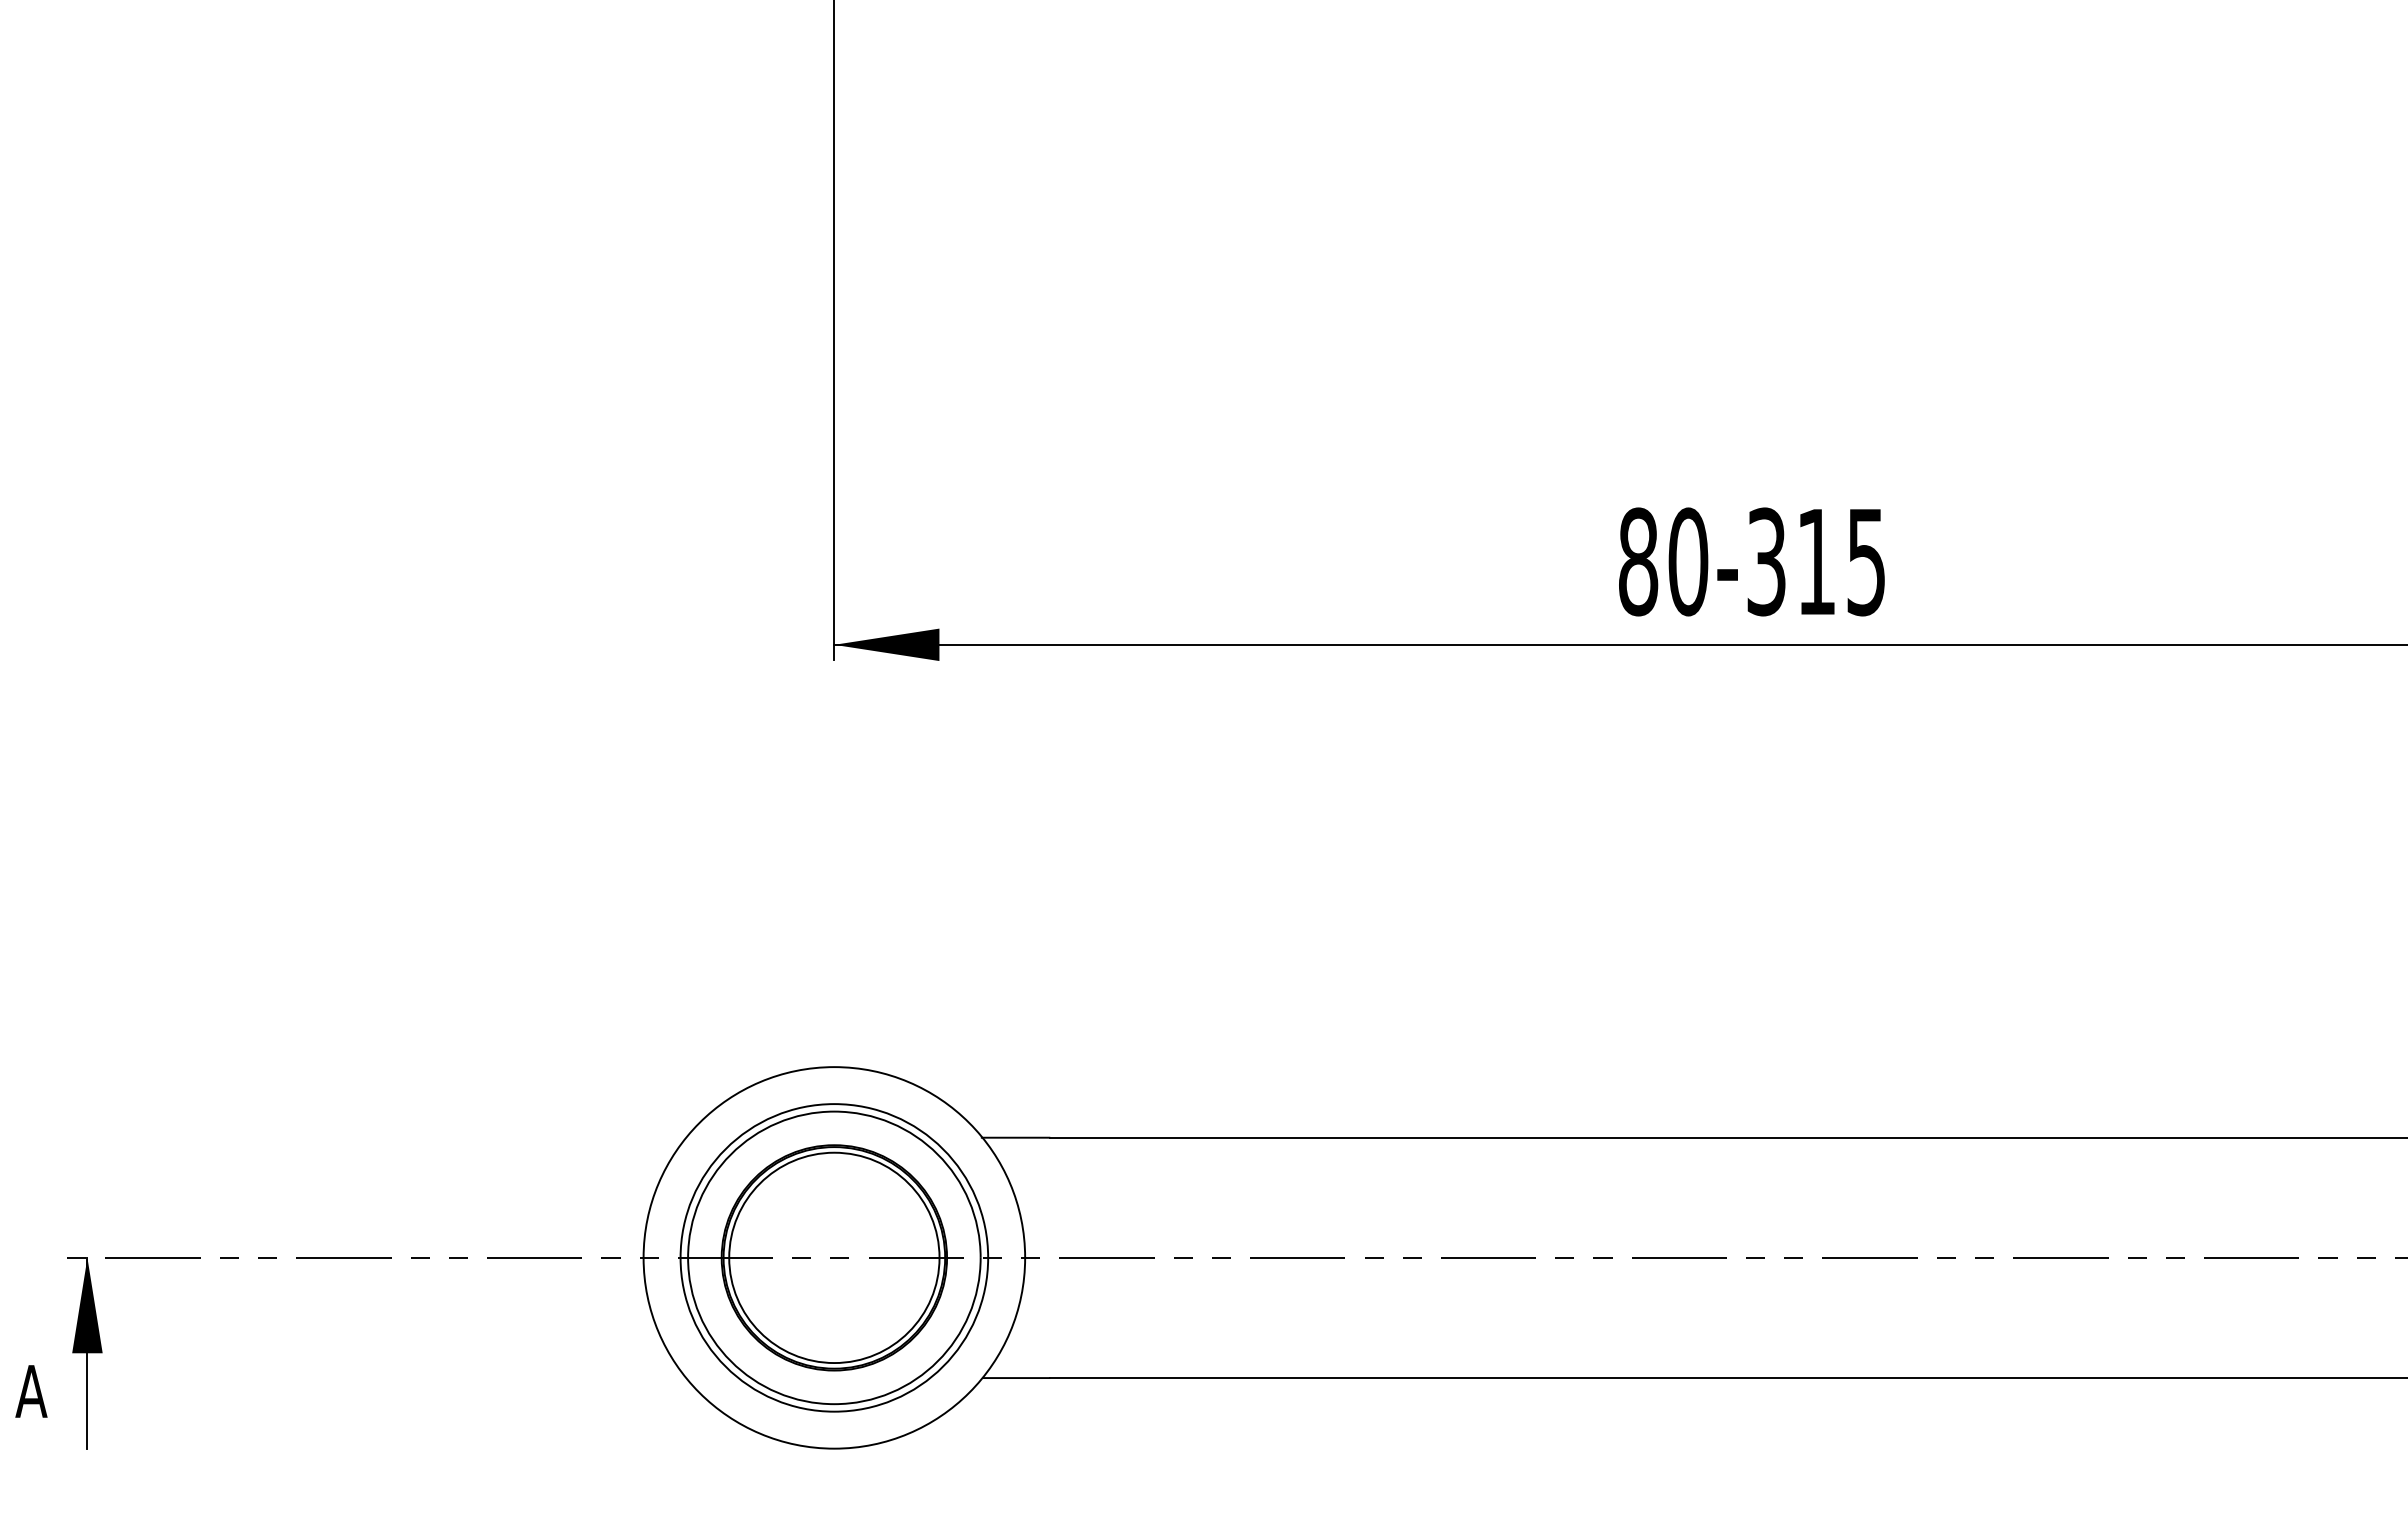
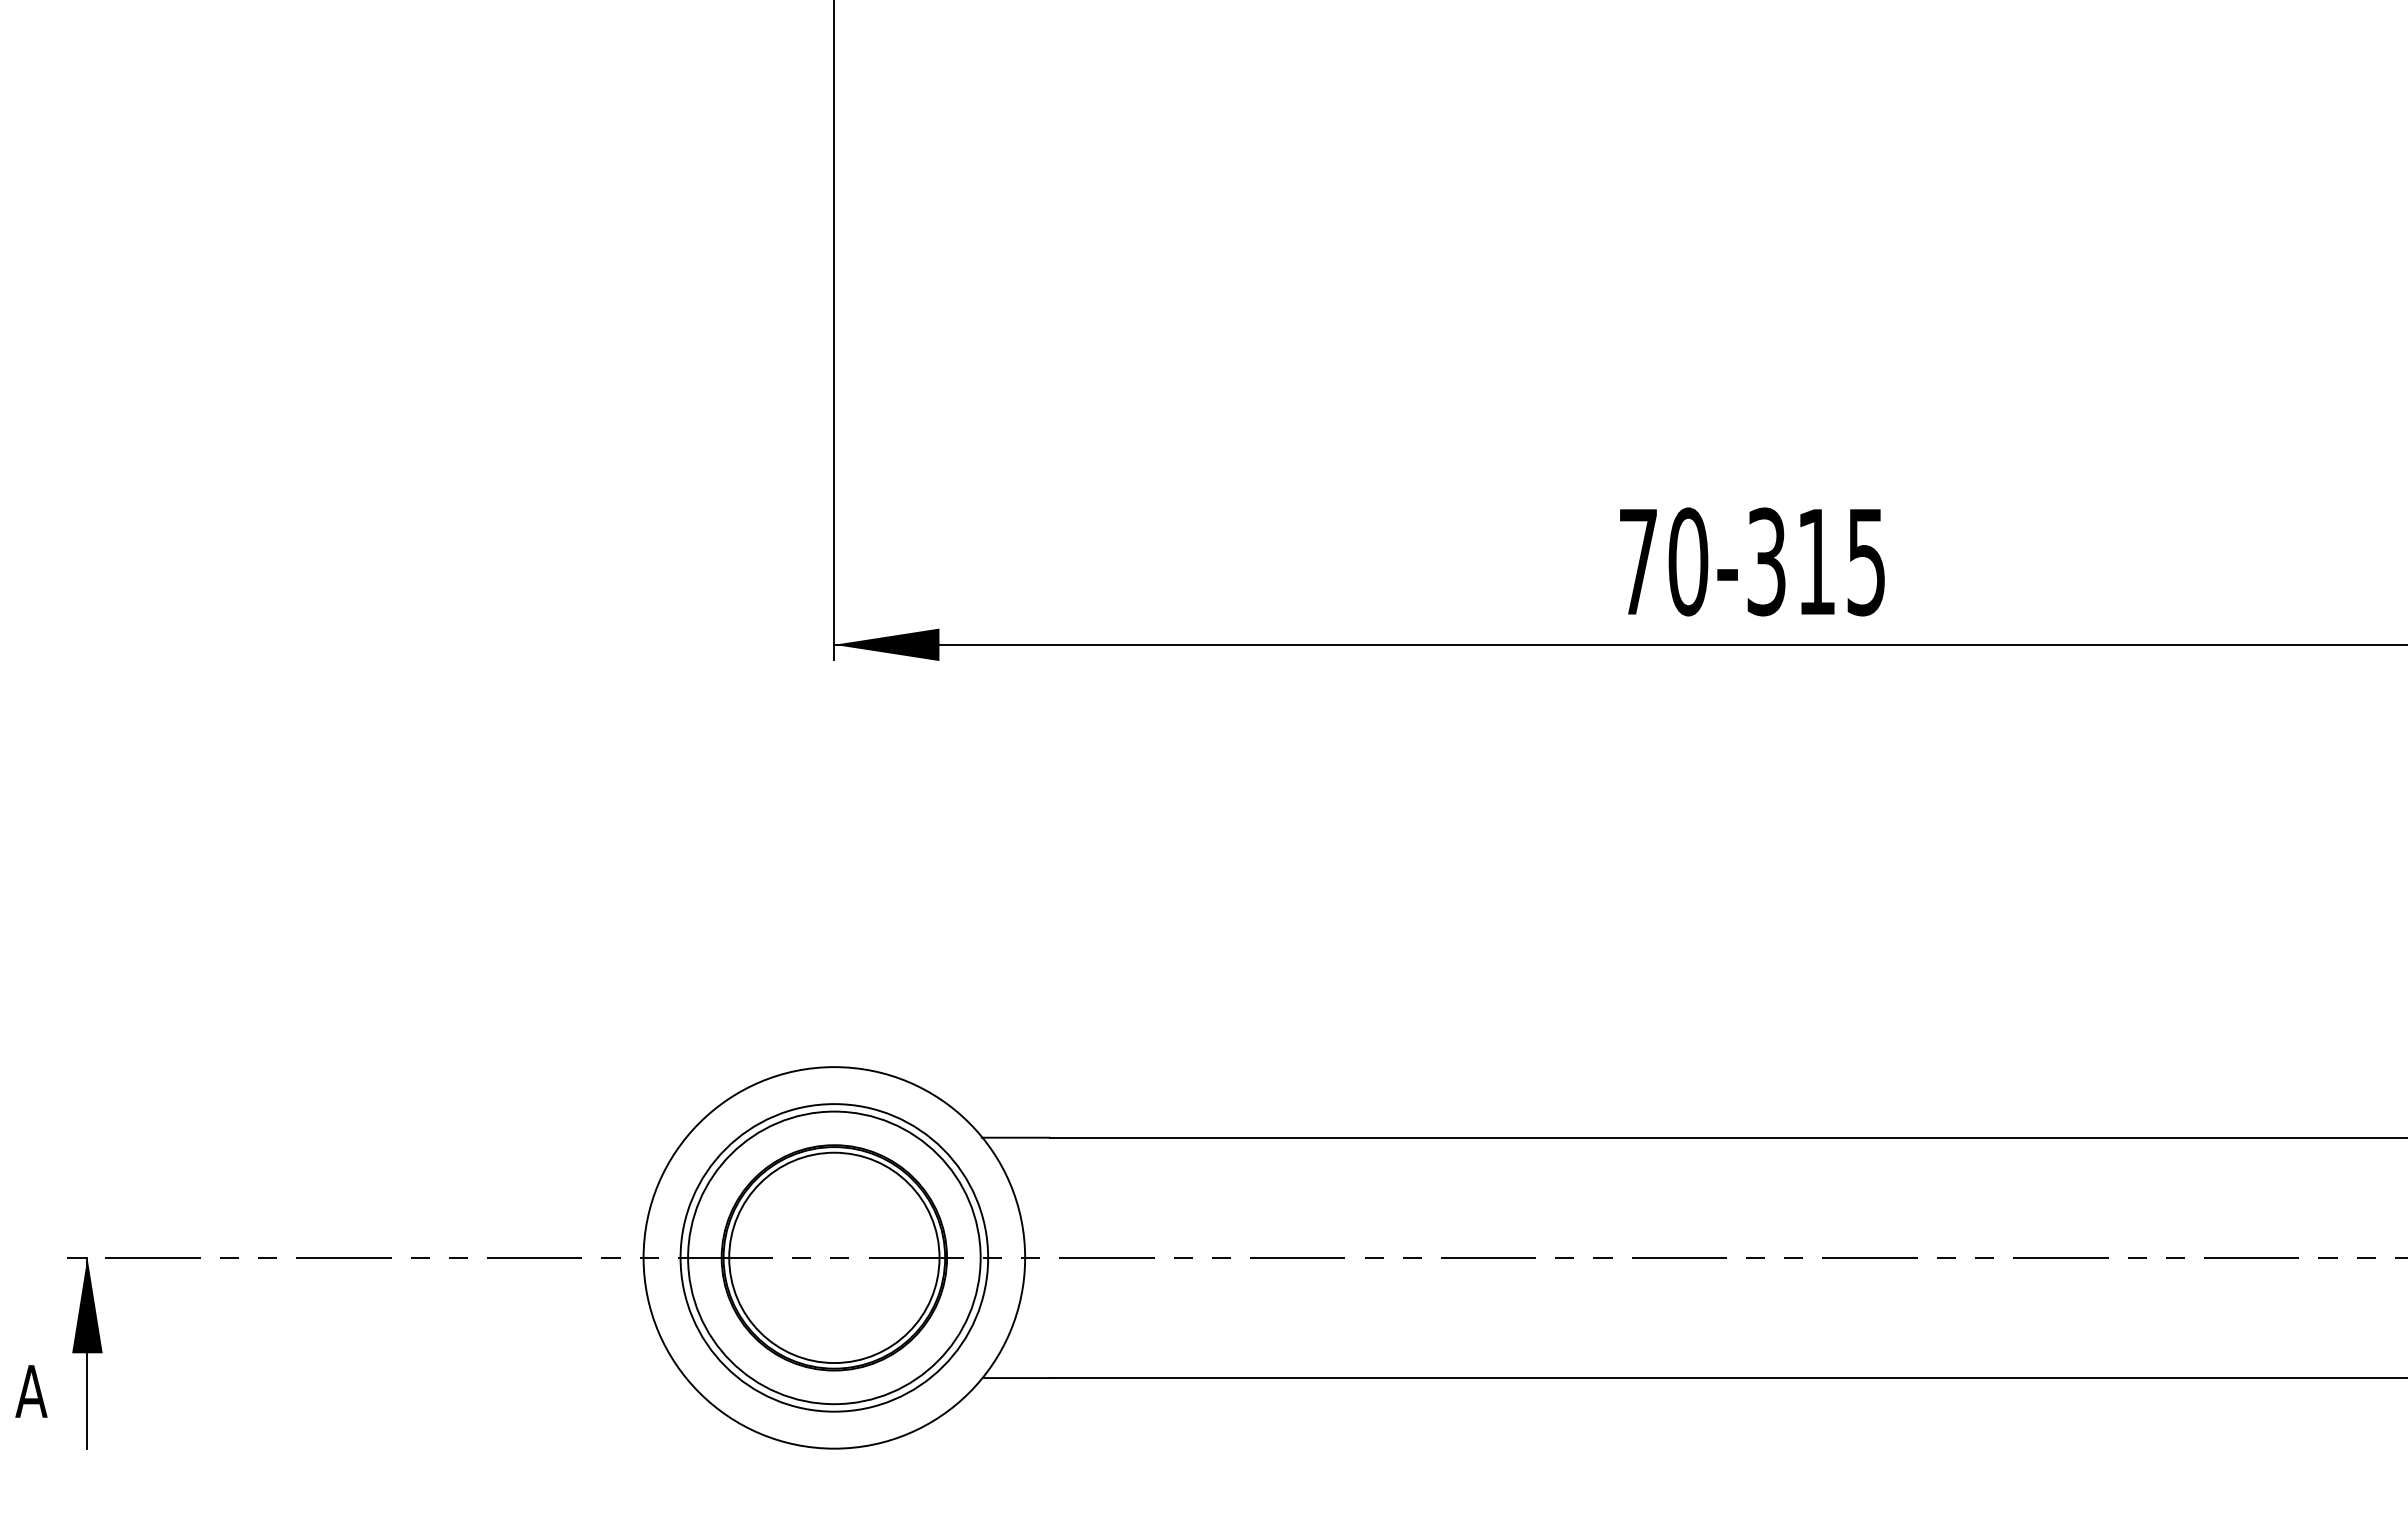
text at (1638, 561): 80-315 -> 70-315
